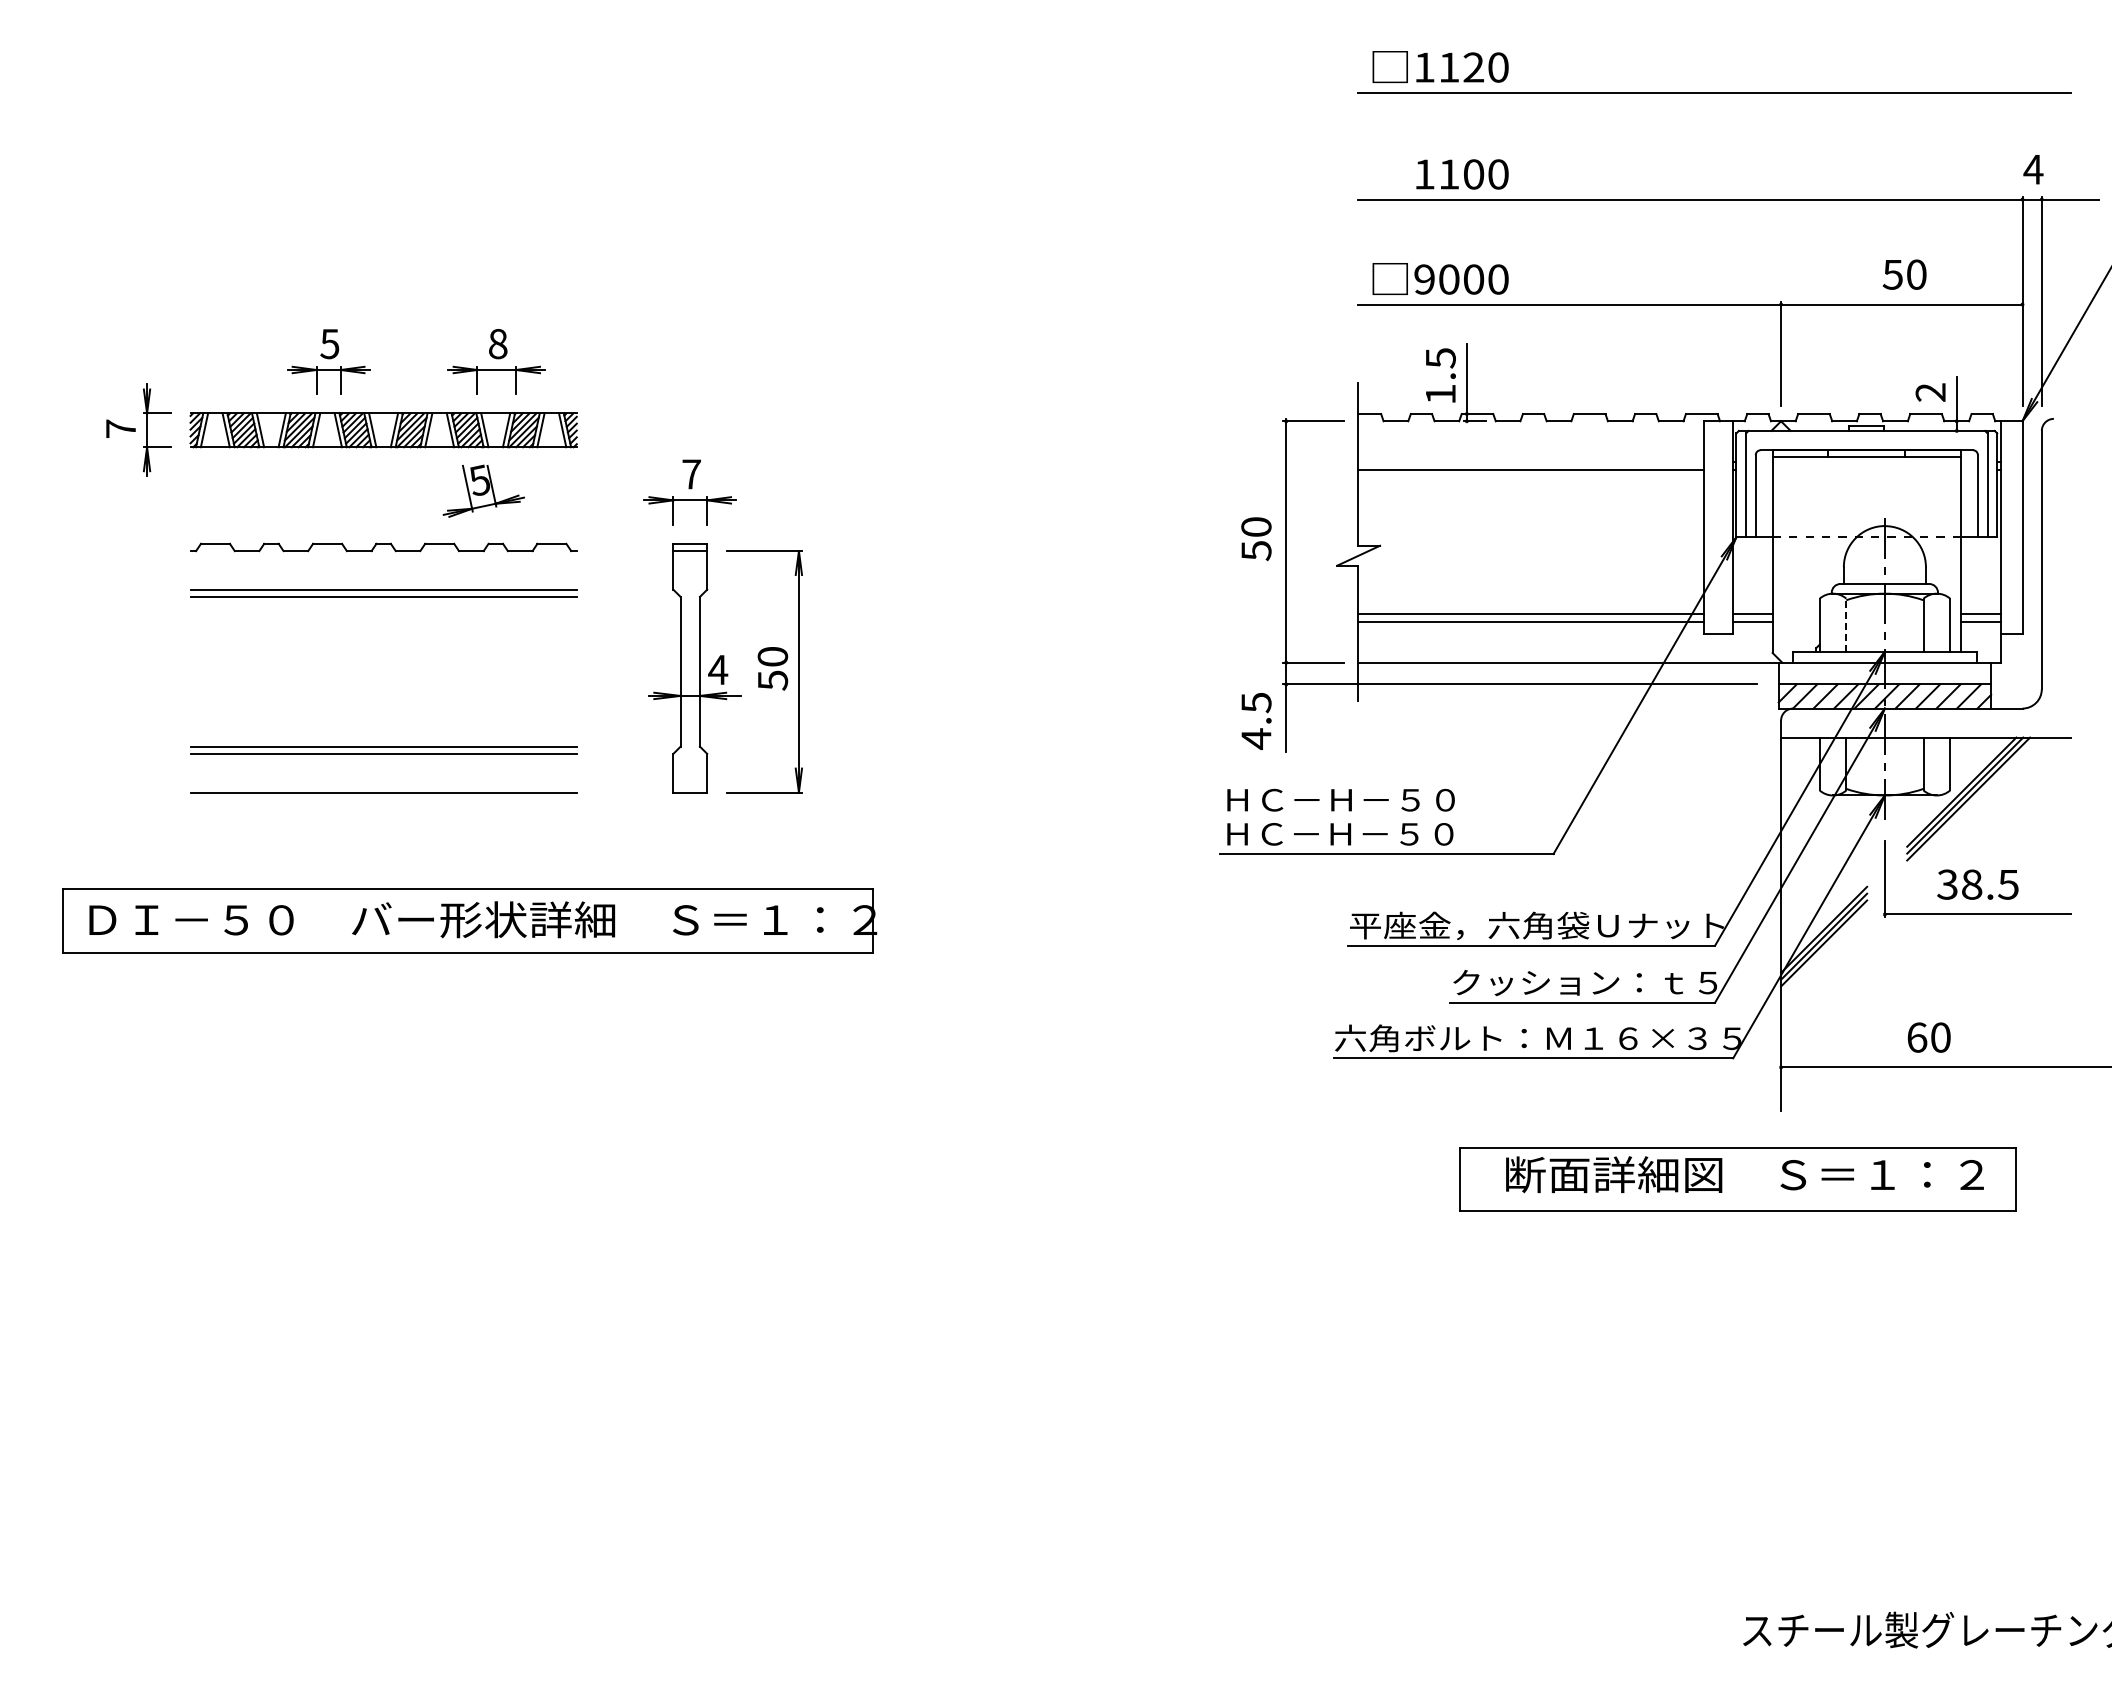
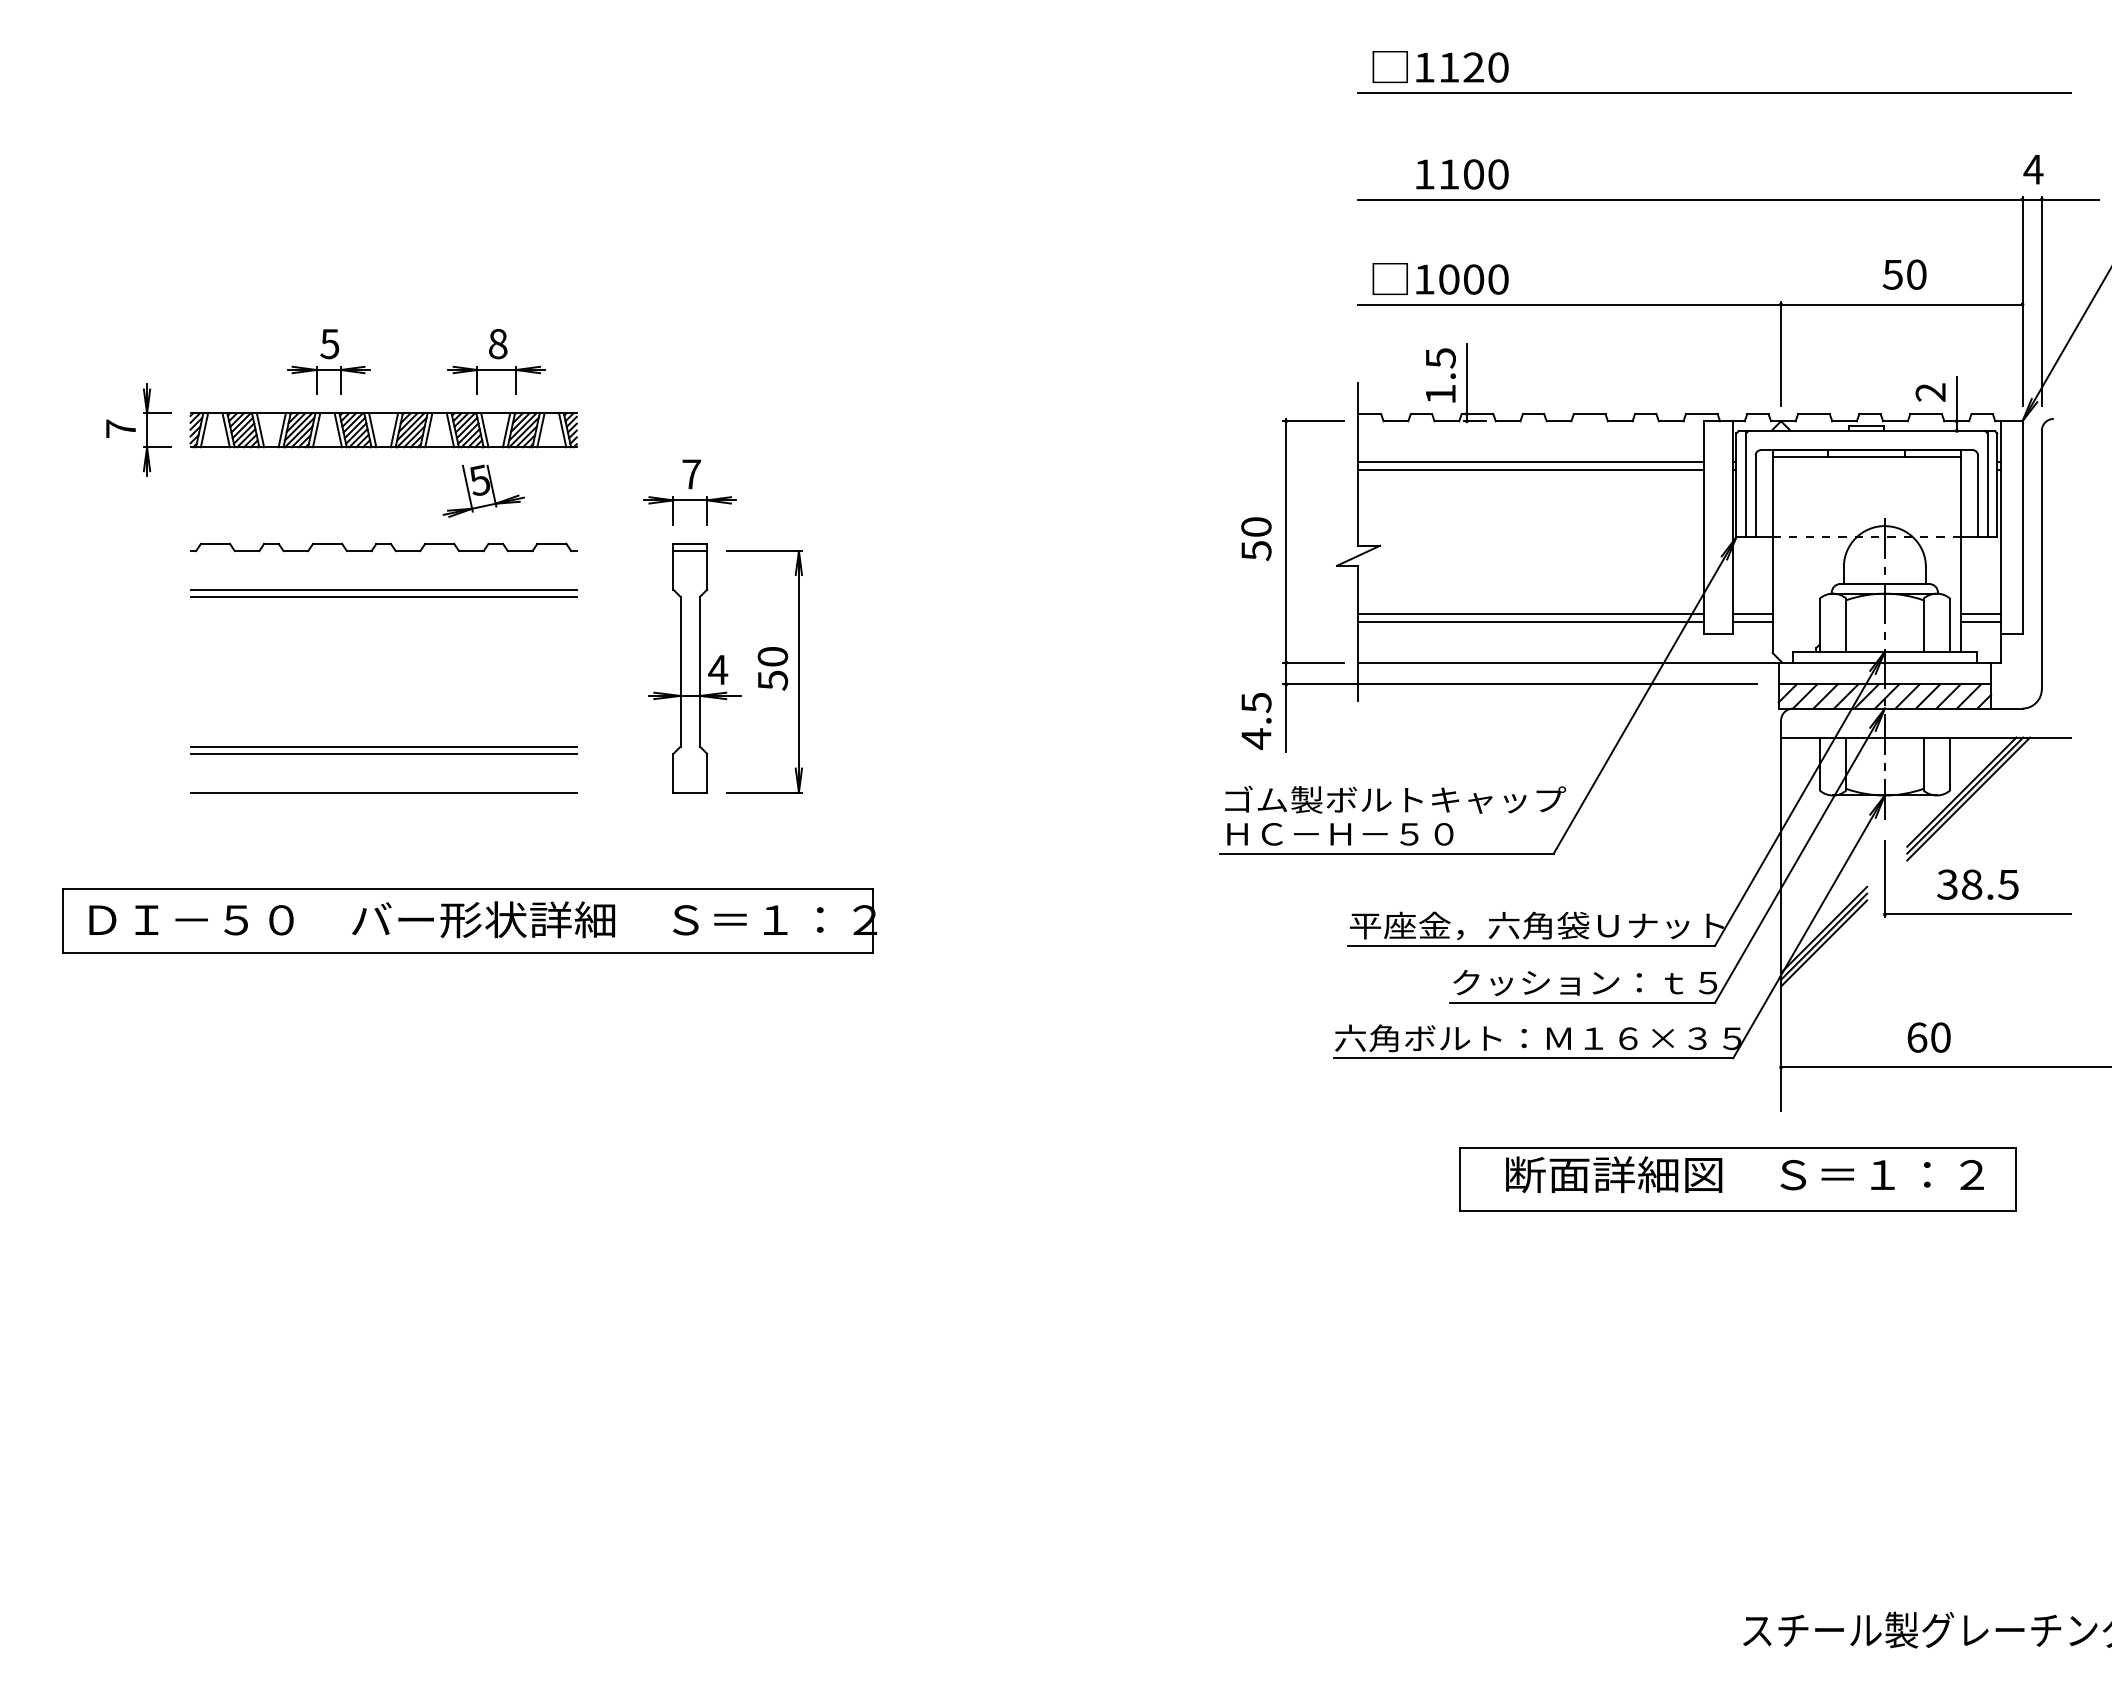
text at (1424, 279): 9000 -> 1000
line at (1530, 462): none -> present
line at (1846, 624): dashed -> solid
text at (1395, 799): ＨＣ－Ｈ－５０ -> ゴム製ボルトキャップ
